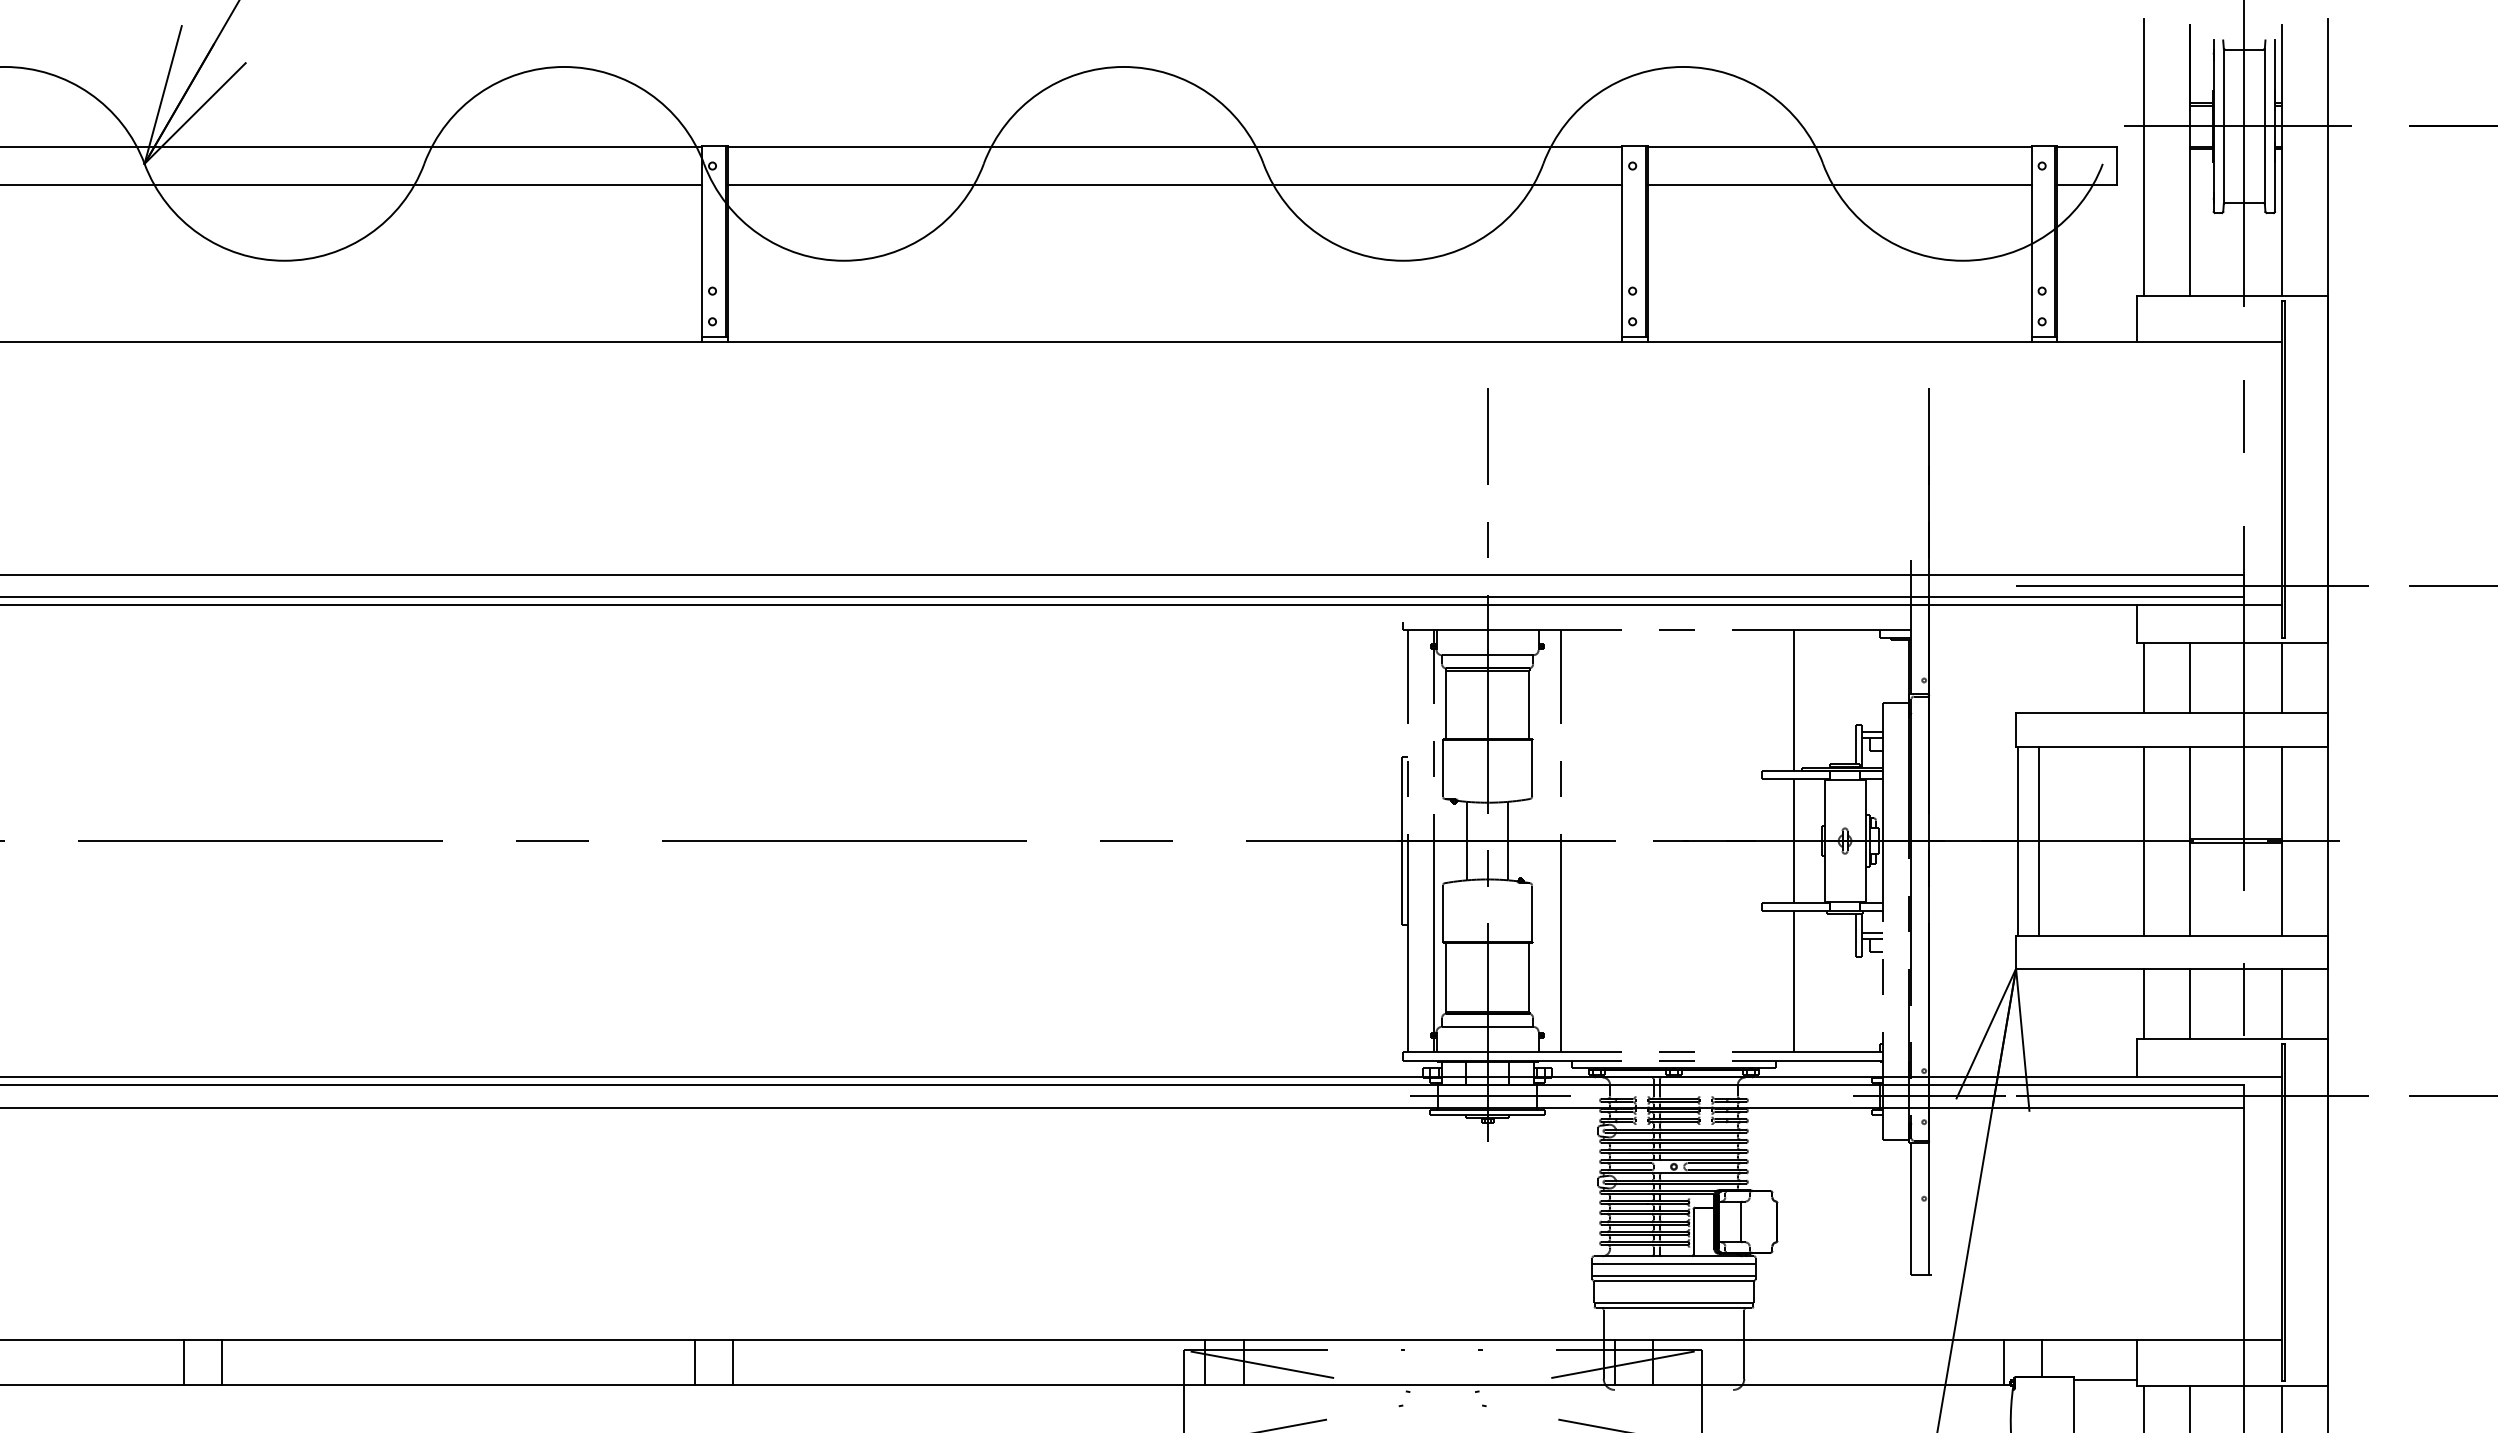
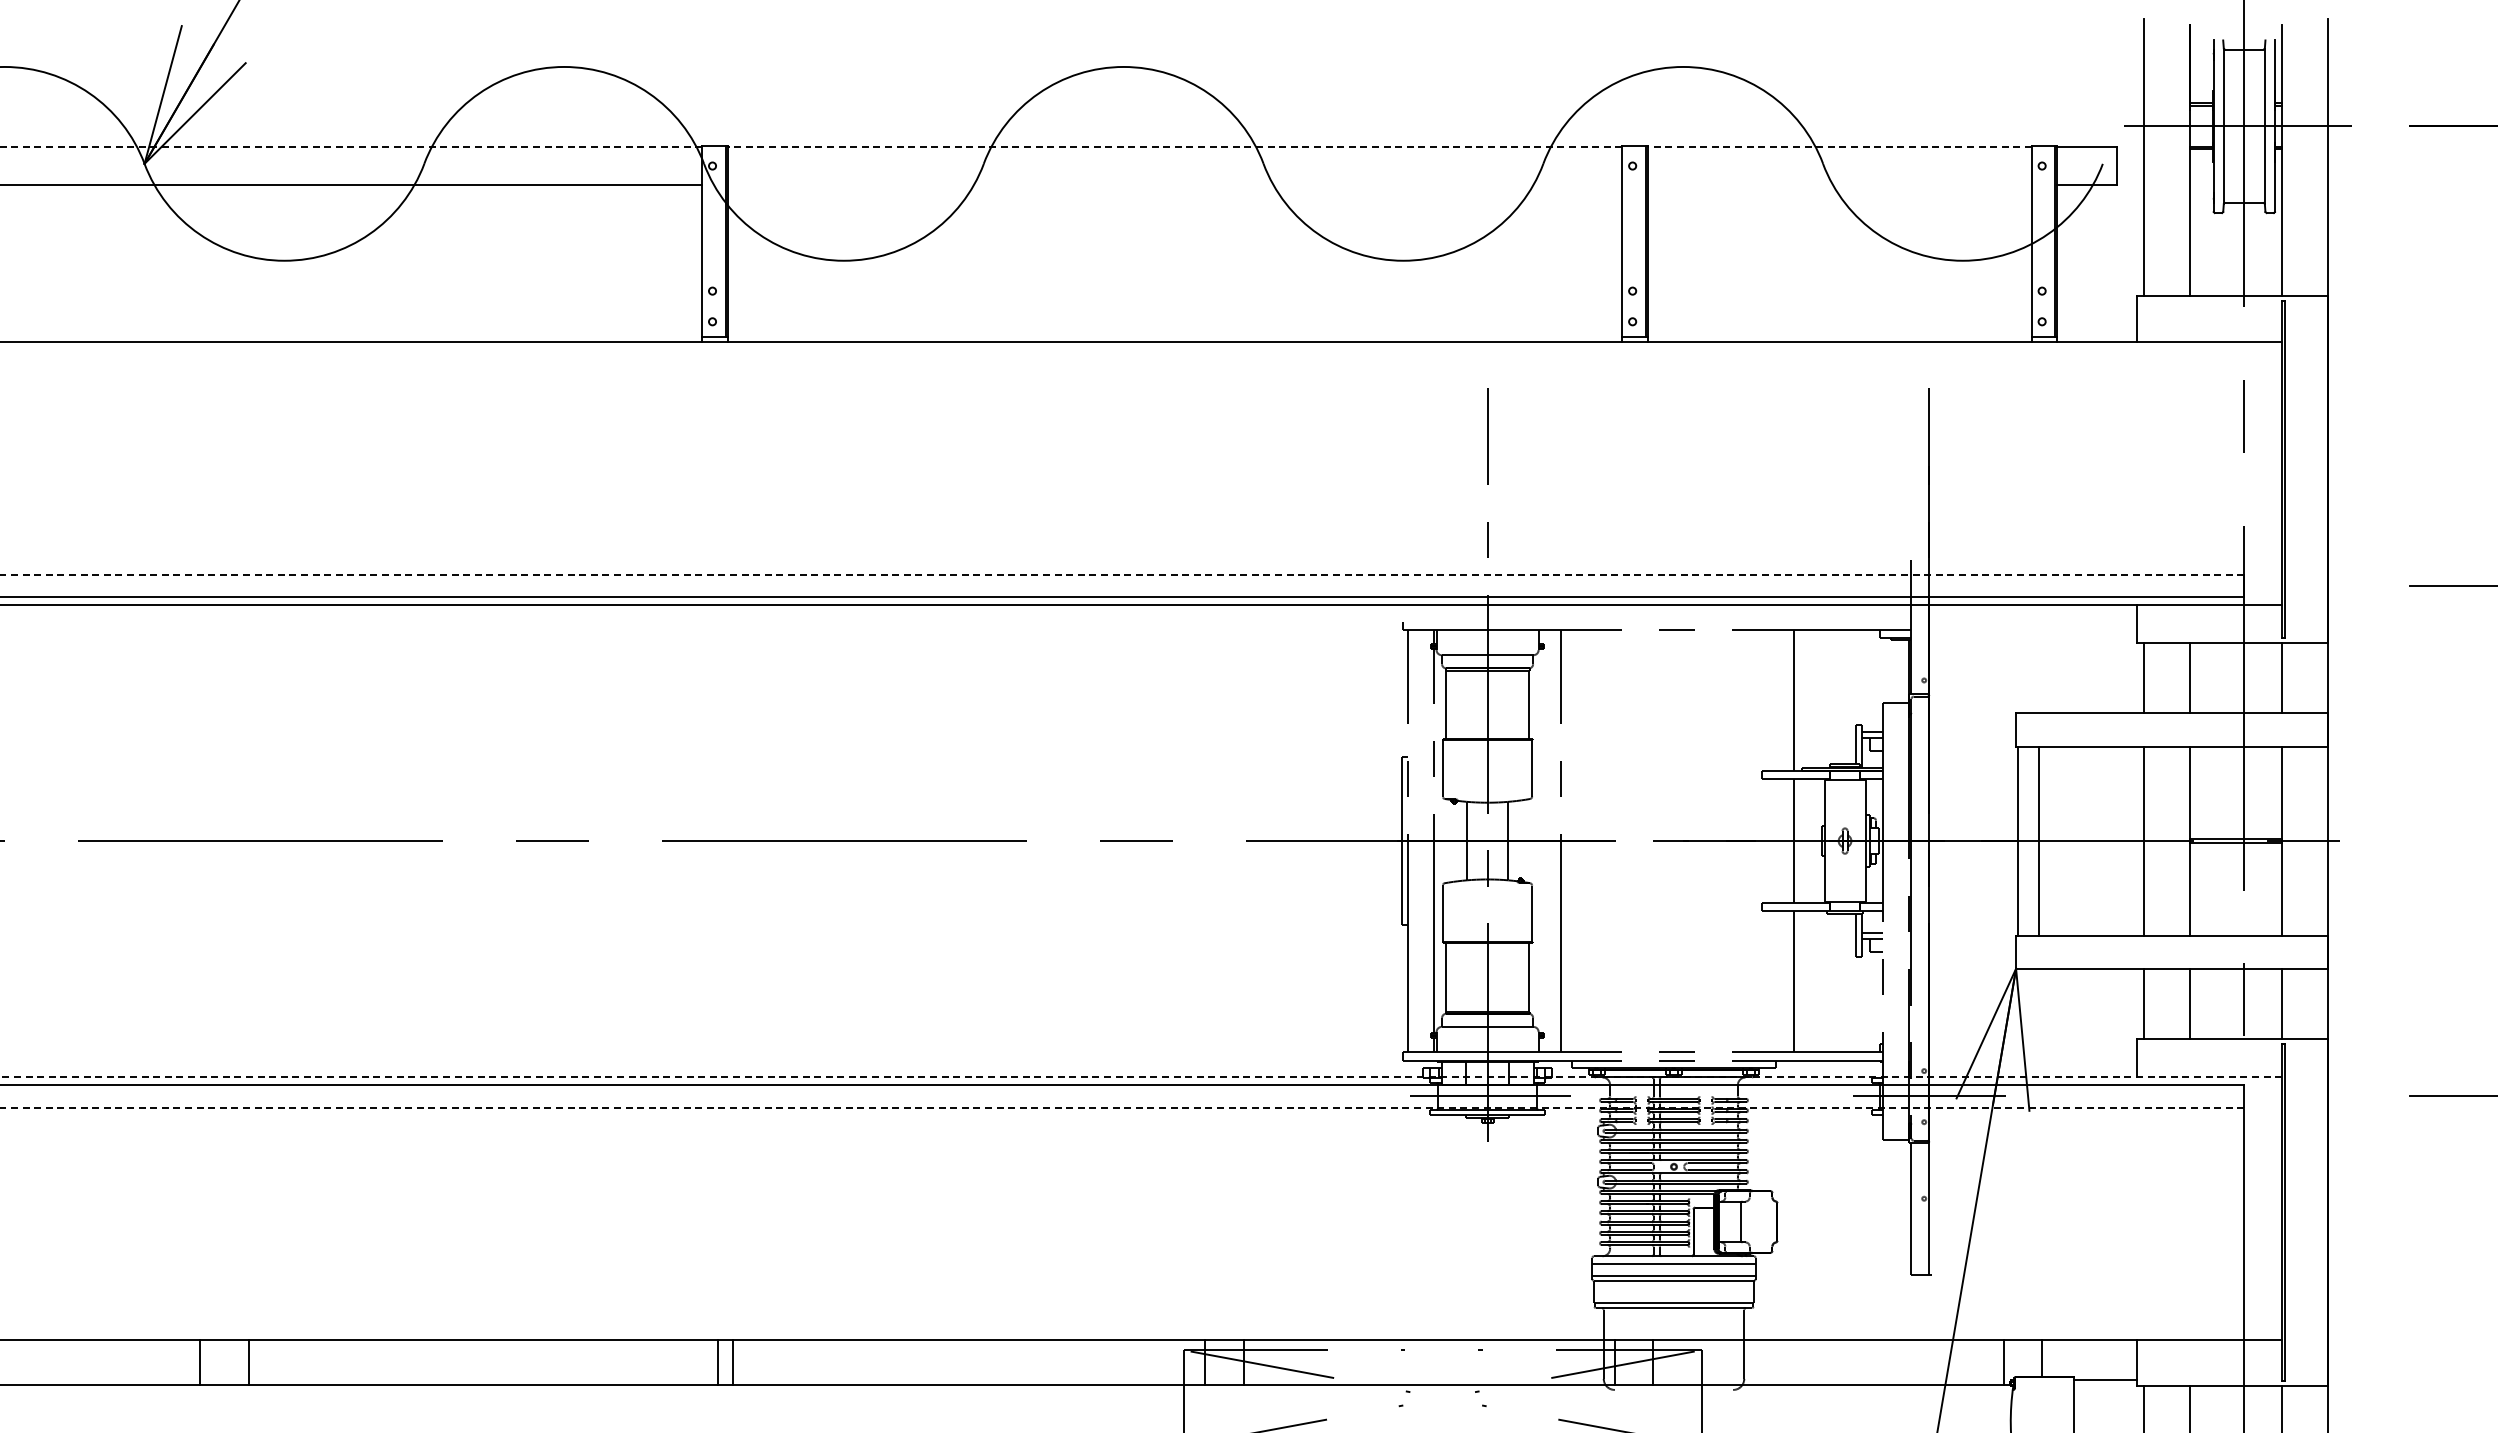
line at (351, 146): solid -> dashed
line at (1174, 146): solid -> dashed
line at (1839, 146): solid -> dashed
line at (1174, 185): present -> none
line at (1839, 185): present -> none
line at (1122, 574): solid -> dashed
line at (2192, 585): present -> none
line at (1141, 1076): solid -> dashed
line at (2192, 1096): present -> none
line at (1122, 1107): solid -> dashed
line at (184, 1362) position: (184, 1362) -> (200, 1362)
line at (222, 1362) position: (222, 1362) -> (249, 1362)
line at (694, 1362) position: (694, 1362) -> (717, 1362)
